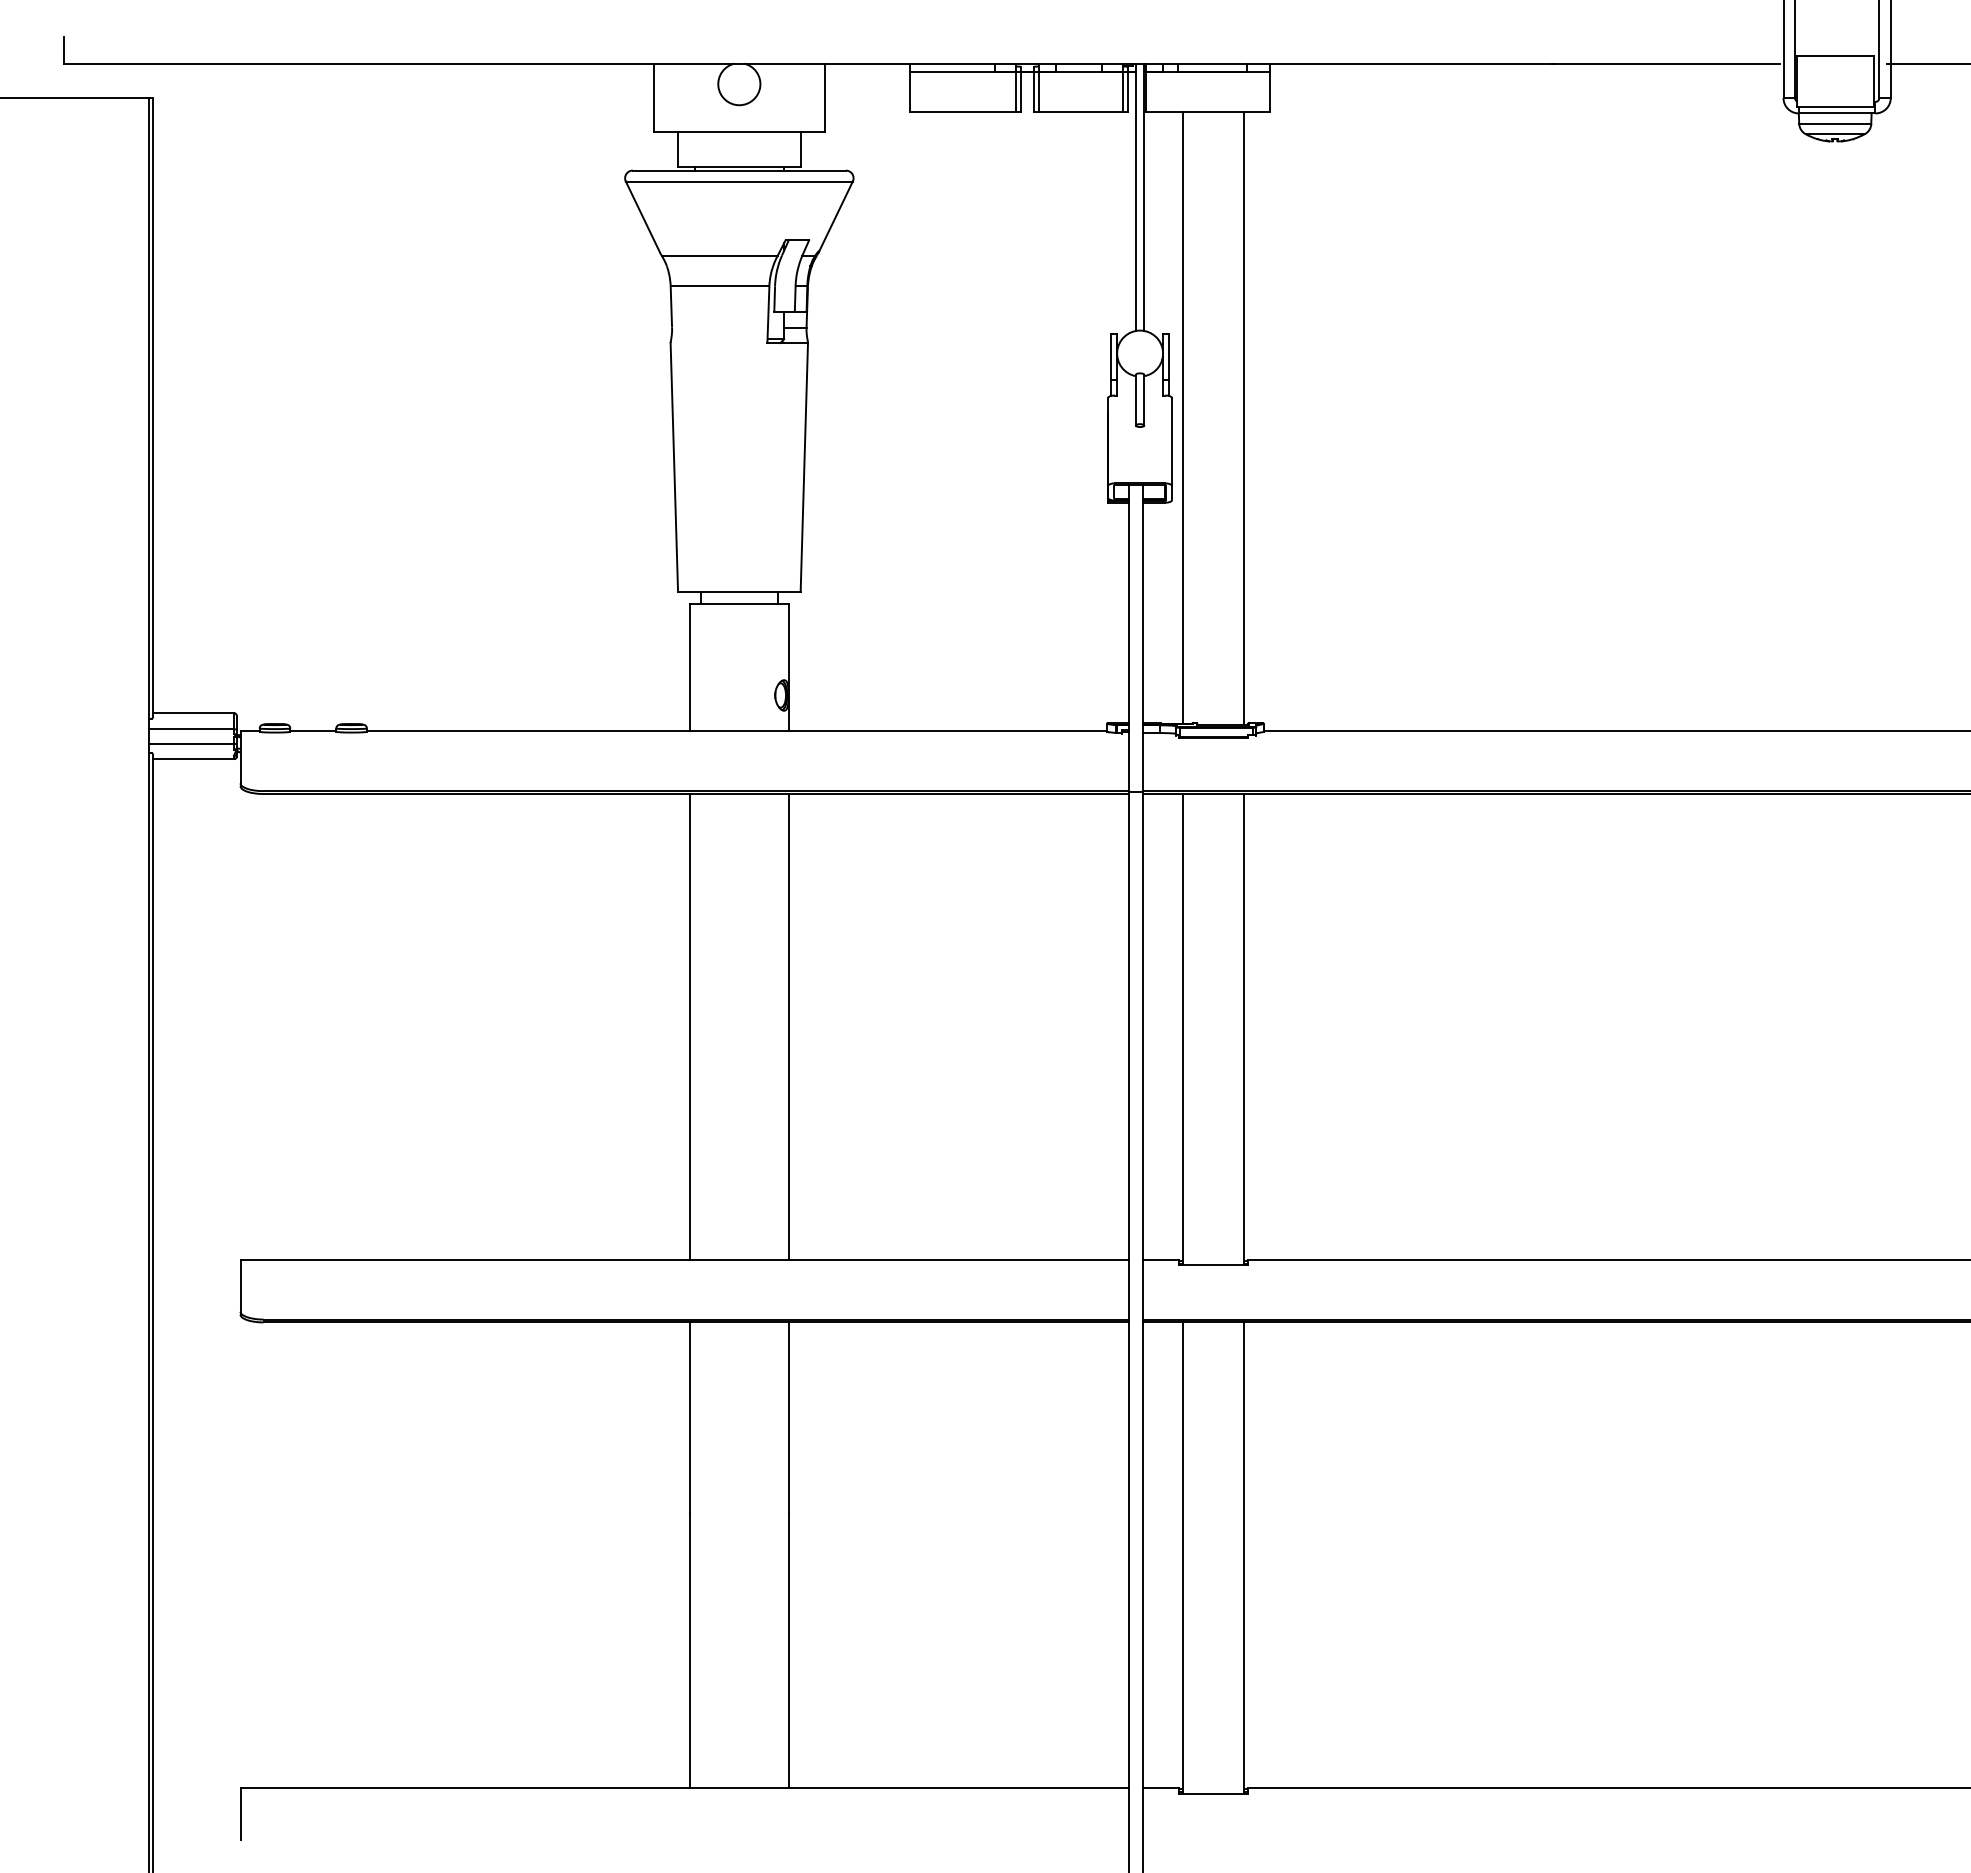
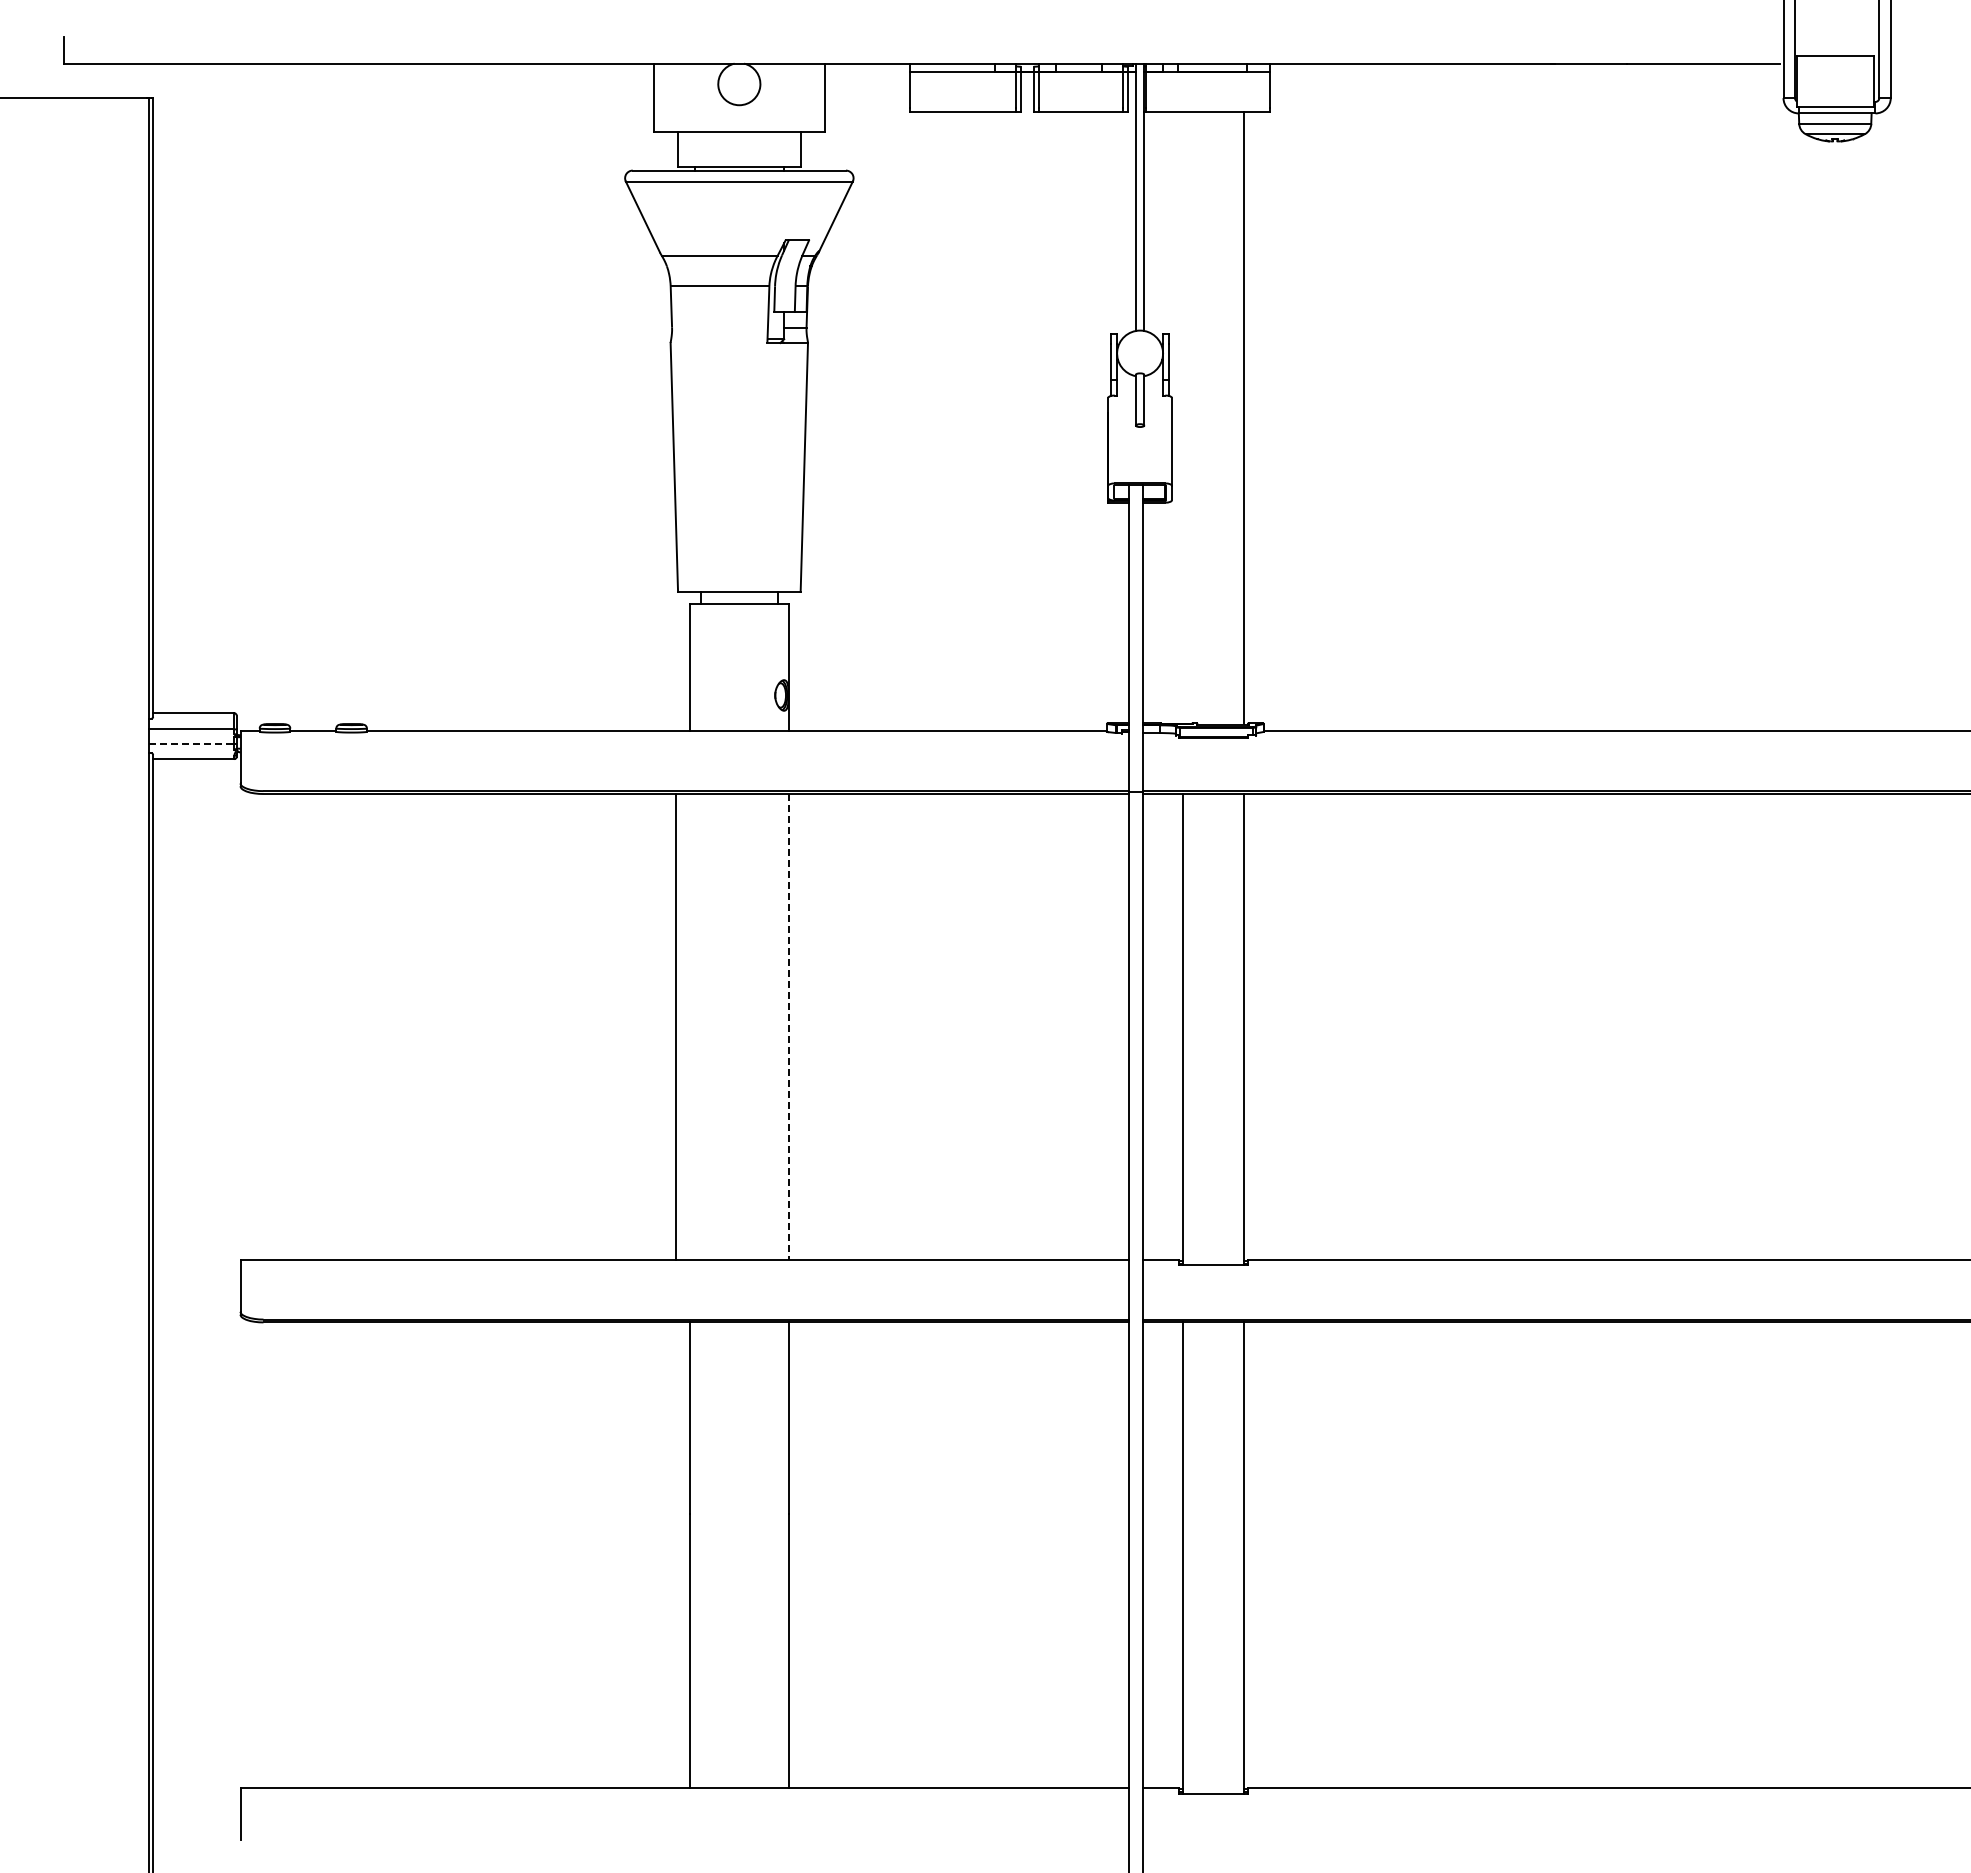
line at (1926, 63): present -> none
line at (1183, 417): present -> none
line at (191, 743): solid -> dashed
line at (689, 1026) position: (689, 1026) -> (675, 1026)
line at (789, 1026): solid -> dashed
